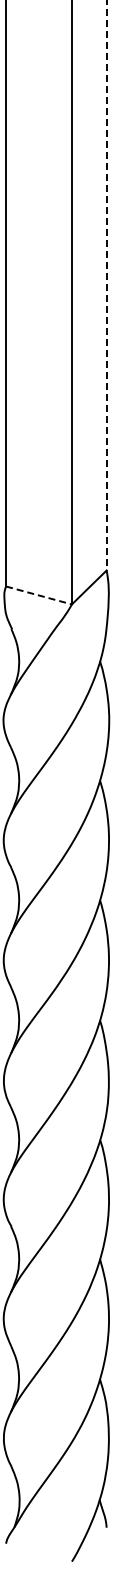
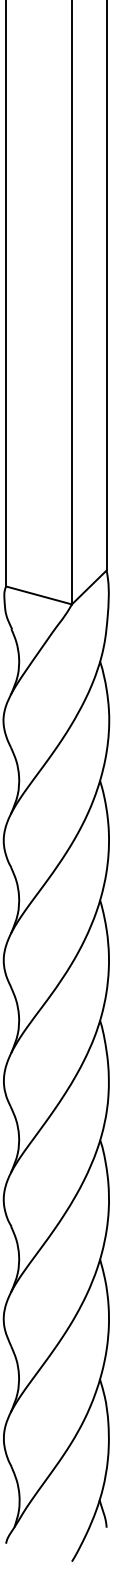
line at (106, 285): dashed -> solid
line at (39, 595): dashed -> solid
